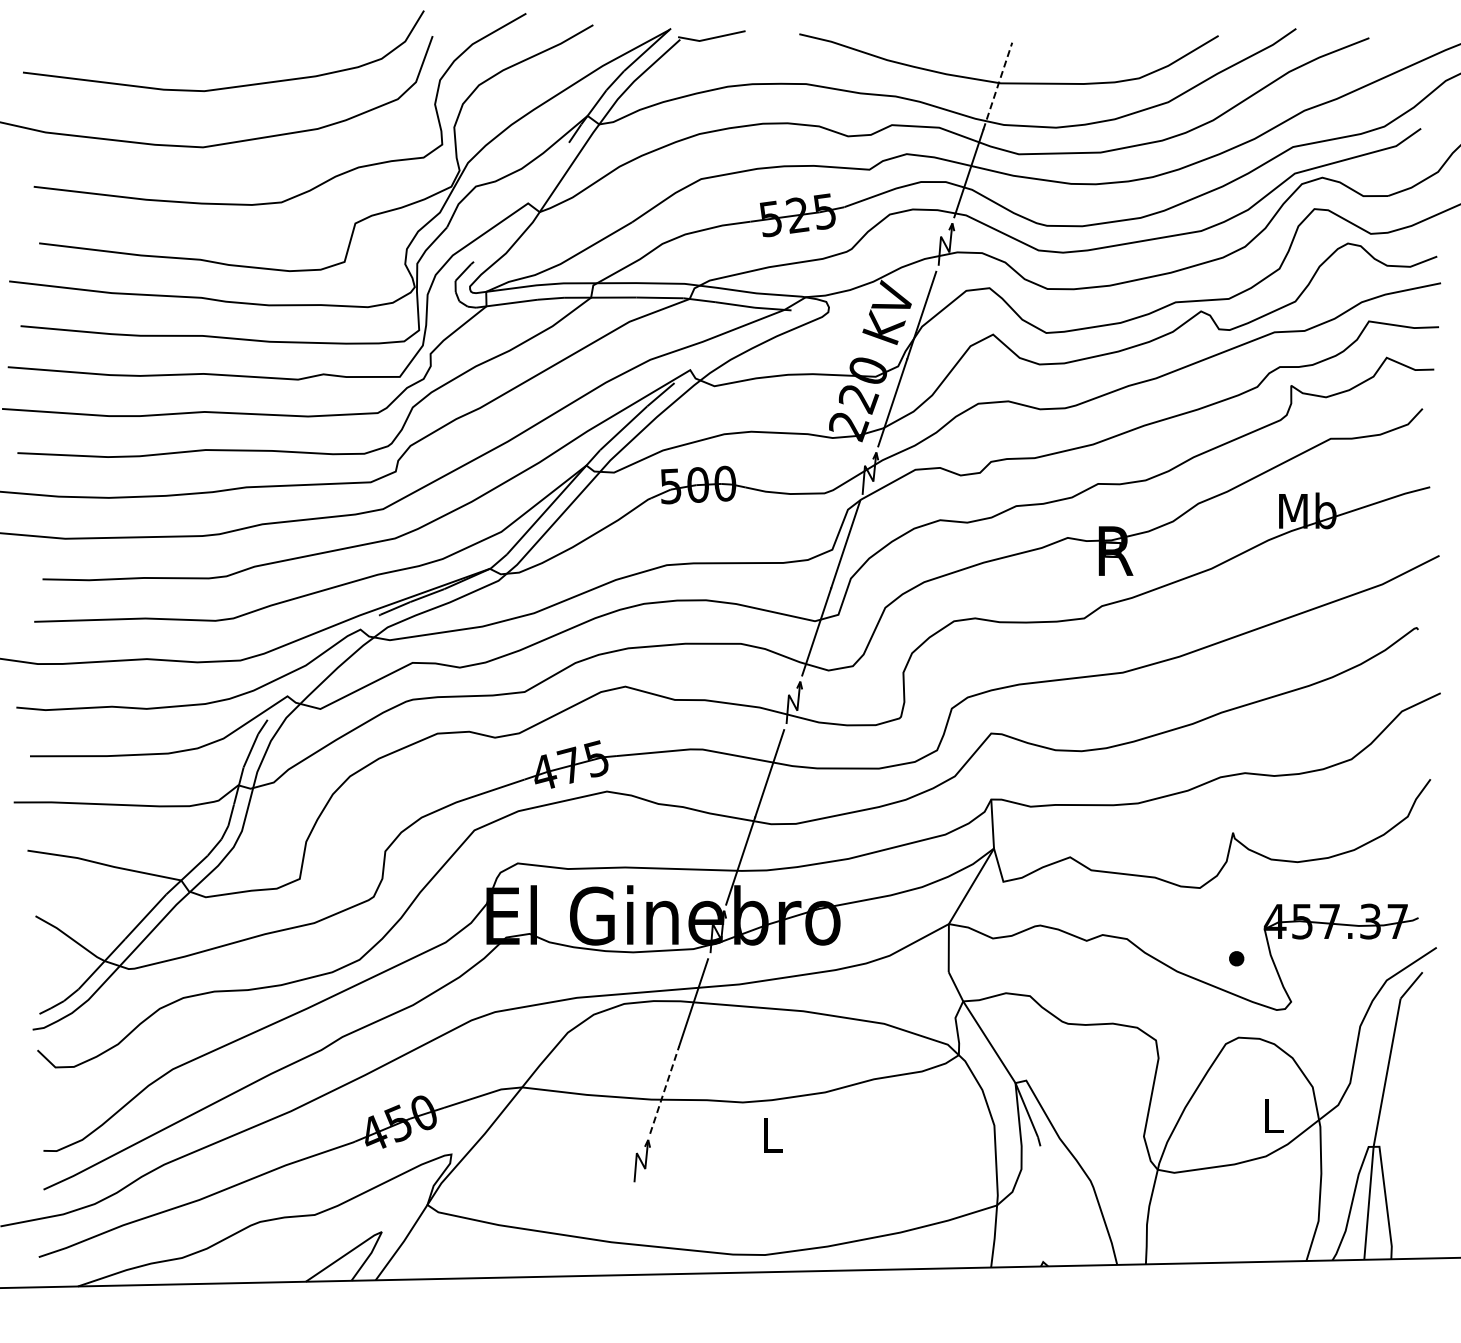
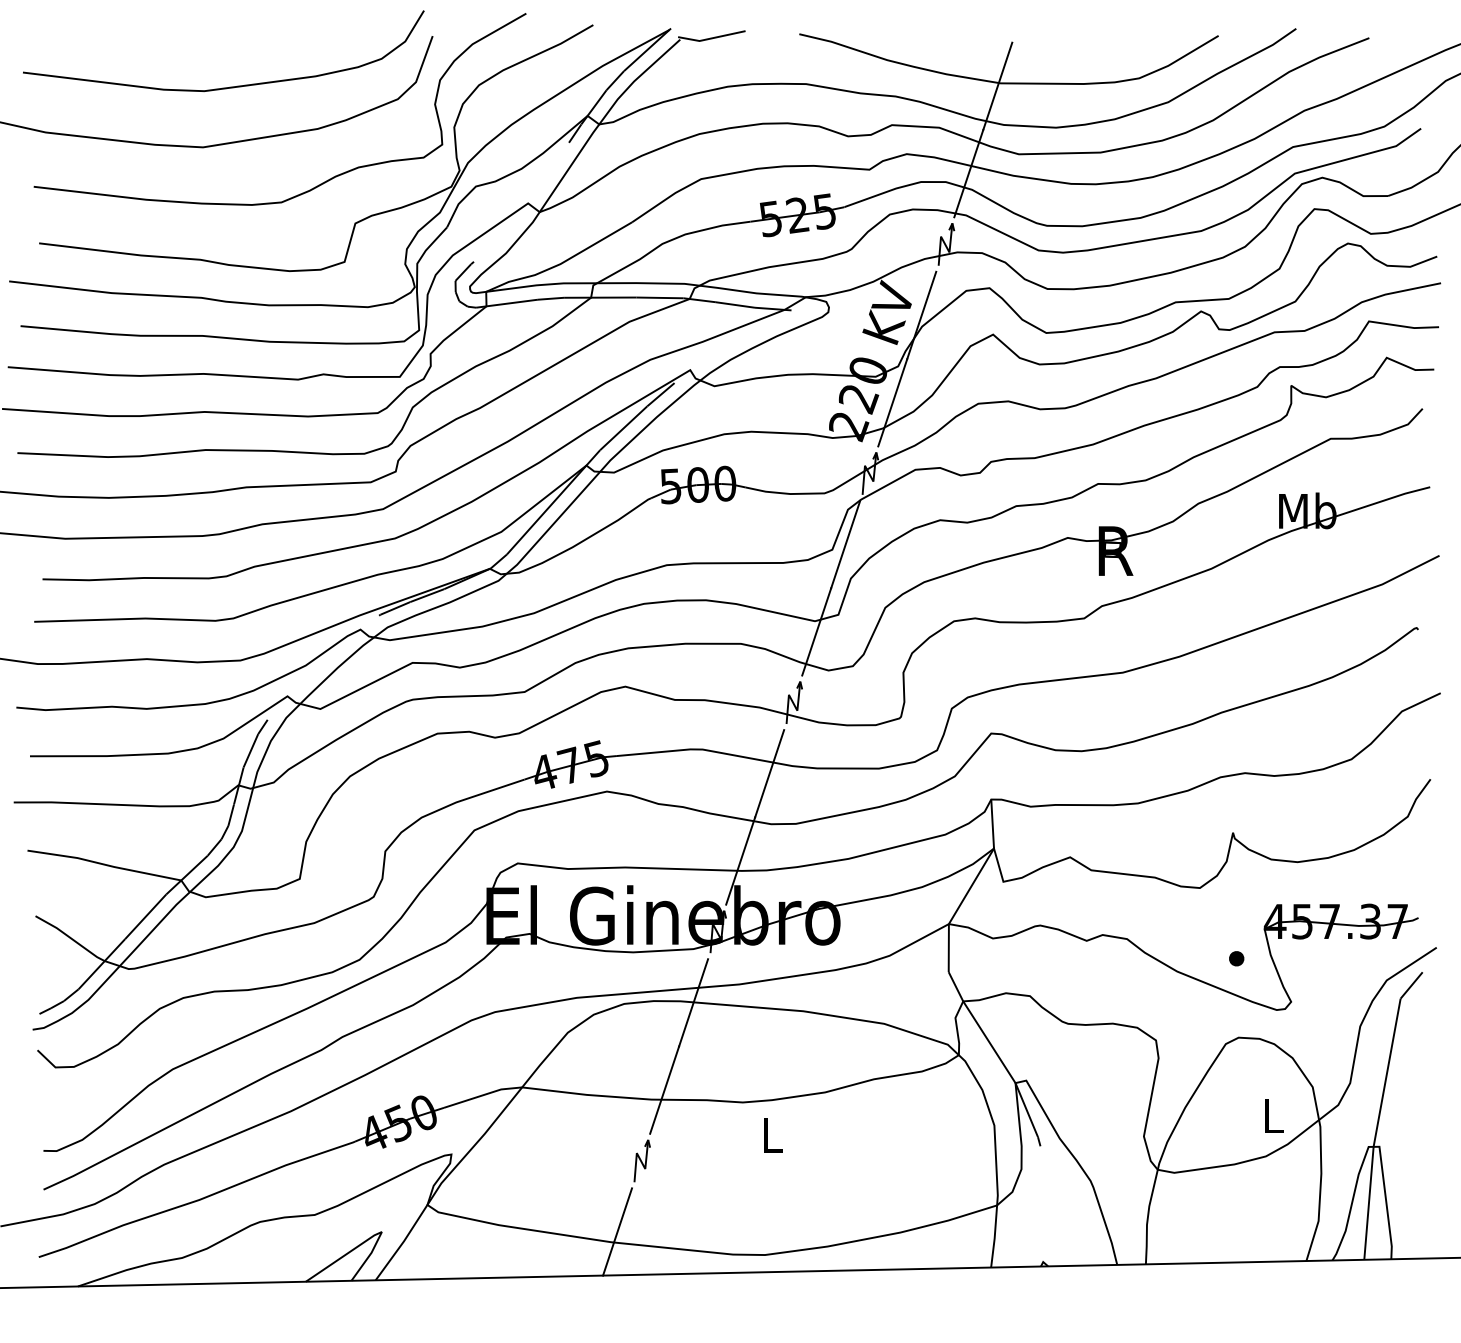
line at (997, 86): dashed -> solid
line at (664, 1090): dashed -> solid
line at (617, 1231): none -> present
